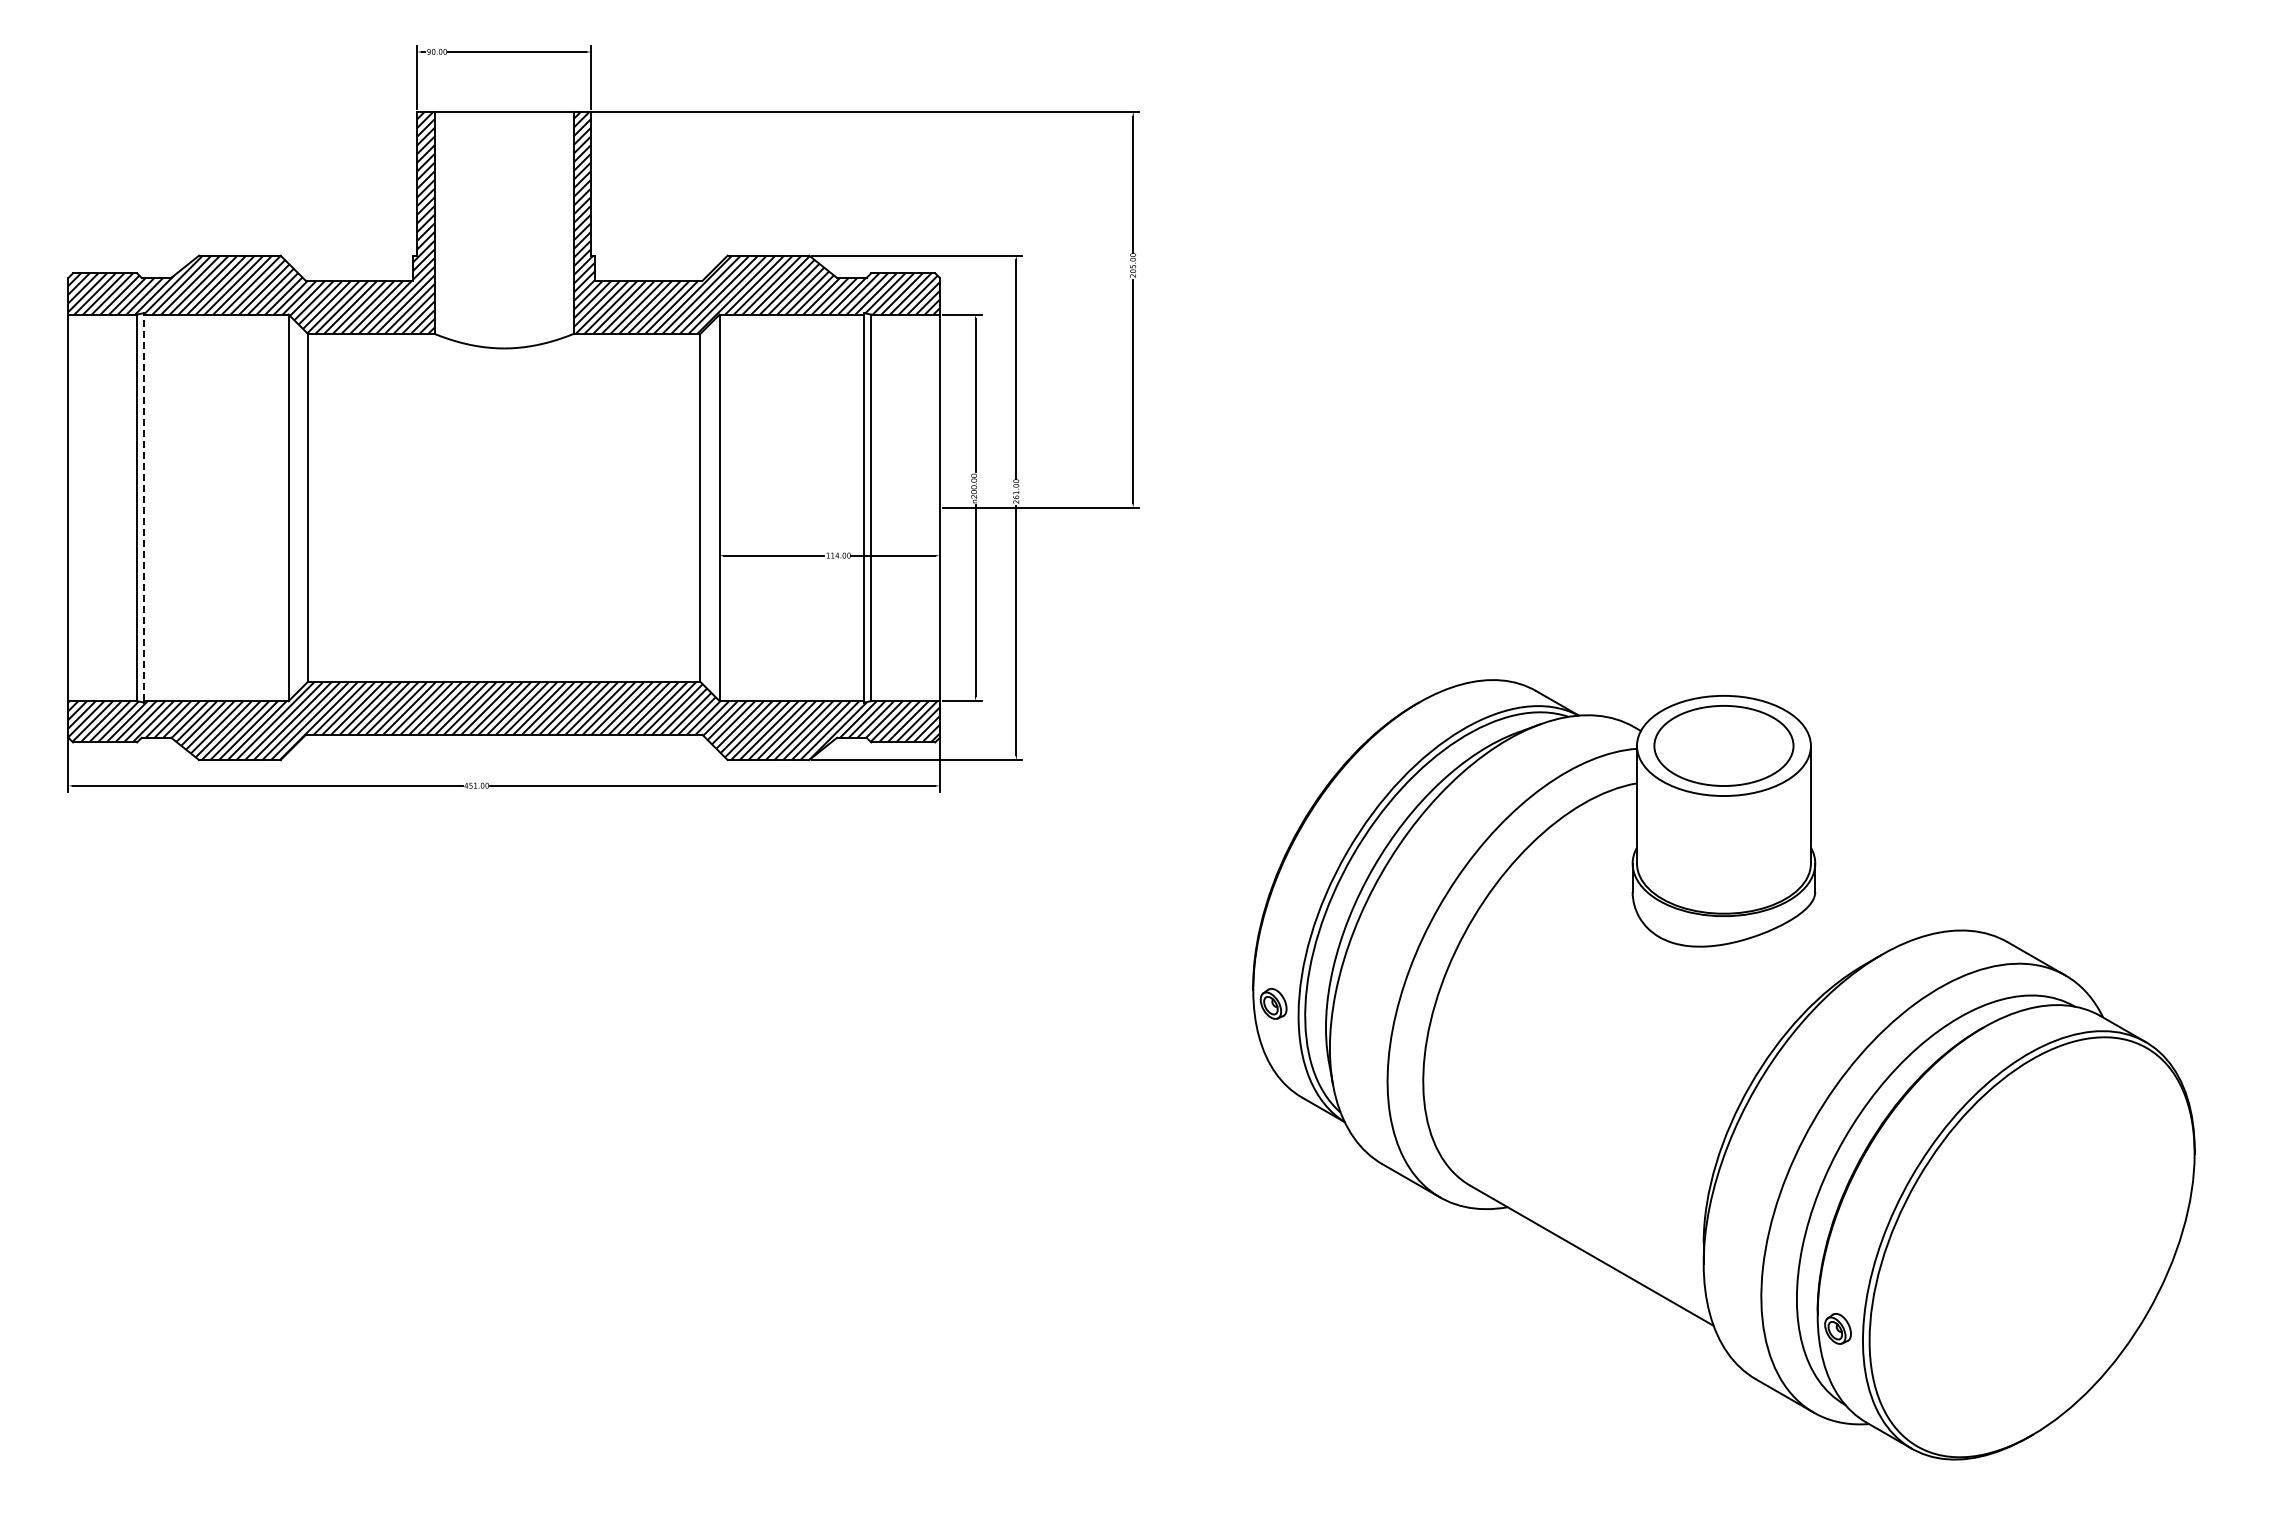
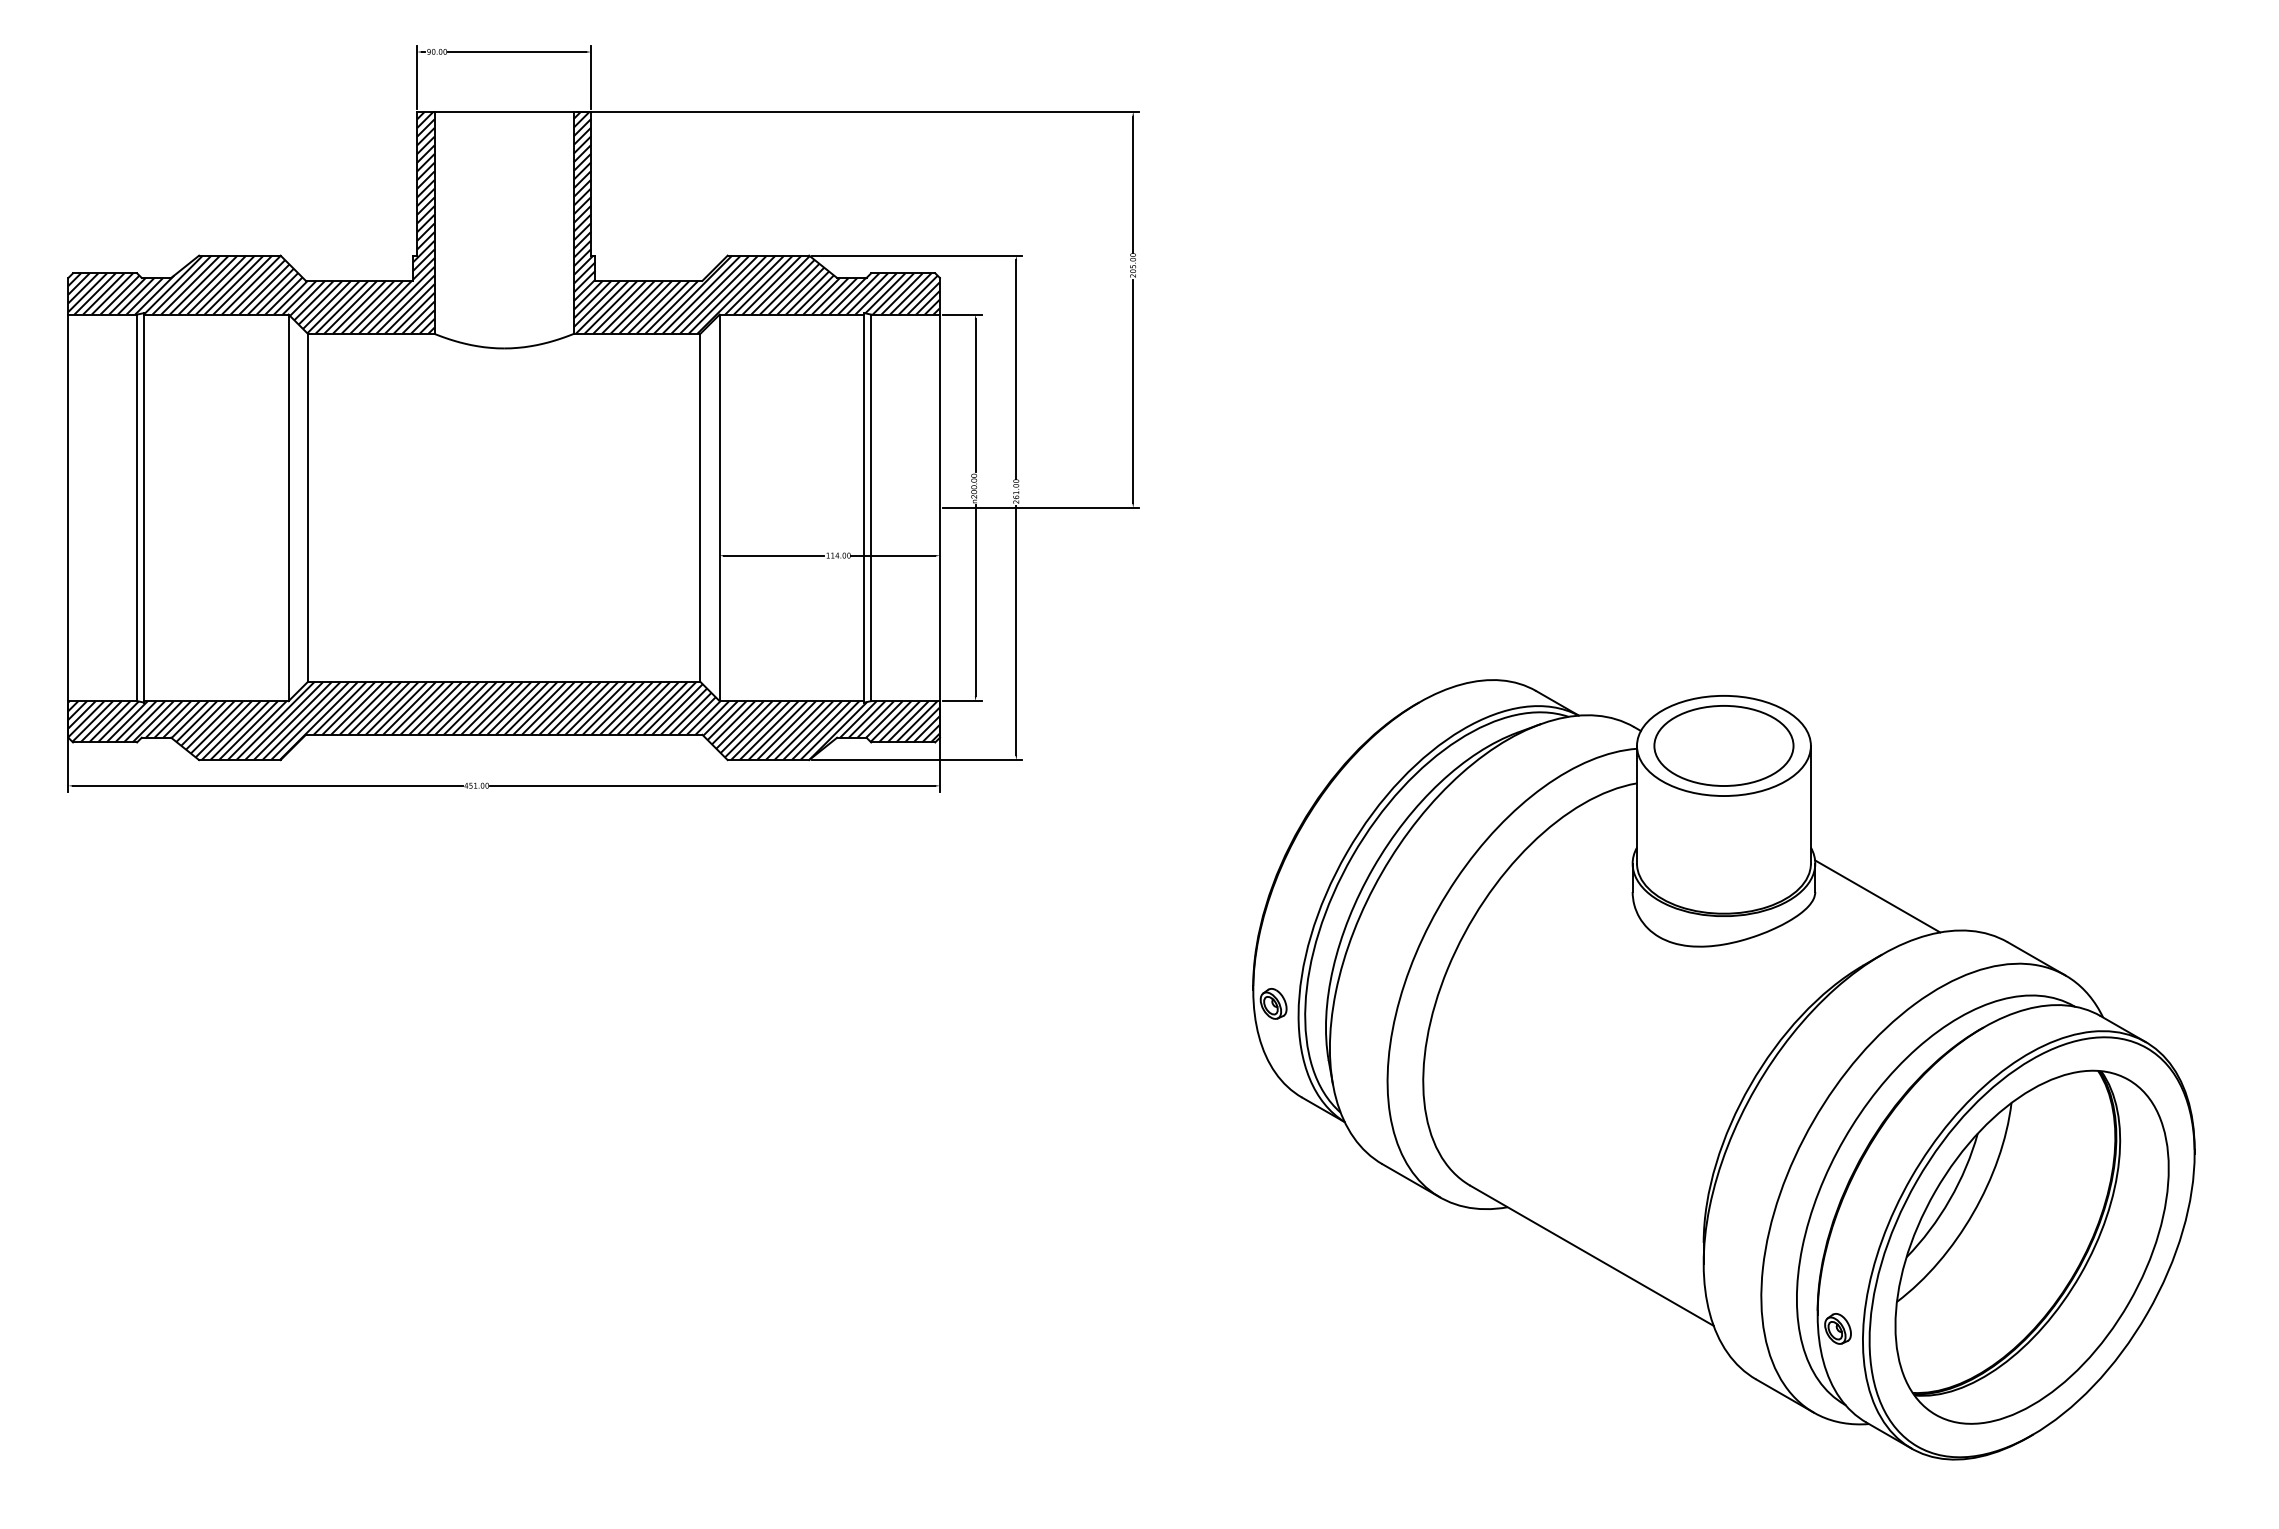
line at (143, 507): dashed -> solid
line at (1877, 896): none -> present
part at (2031, 1246): none -> present
